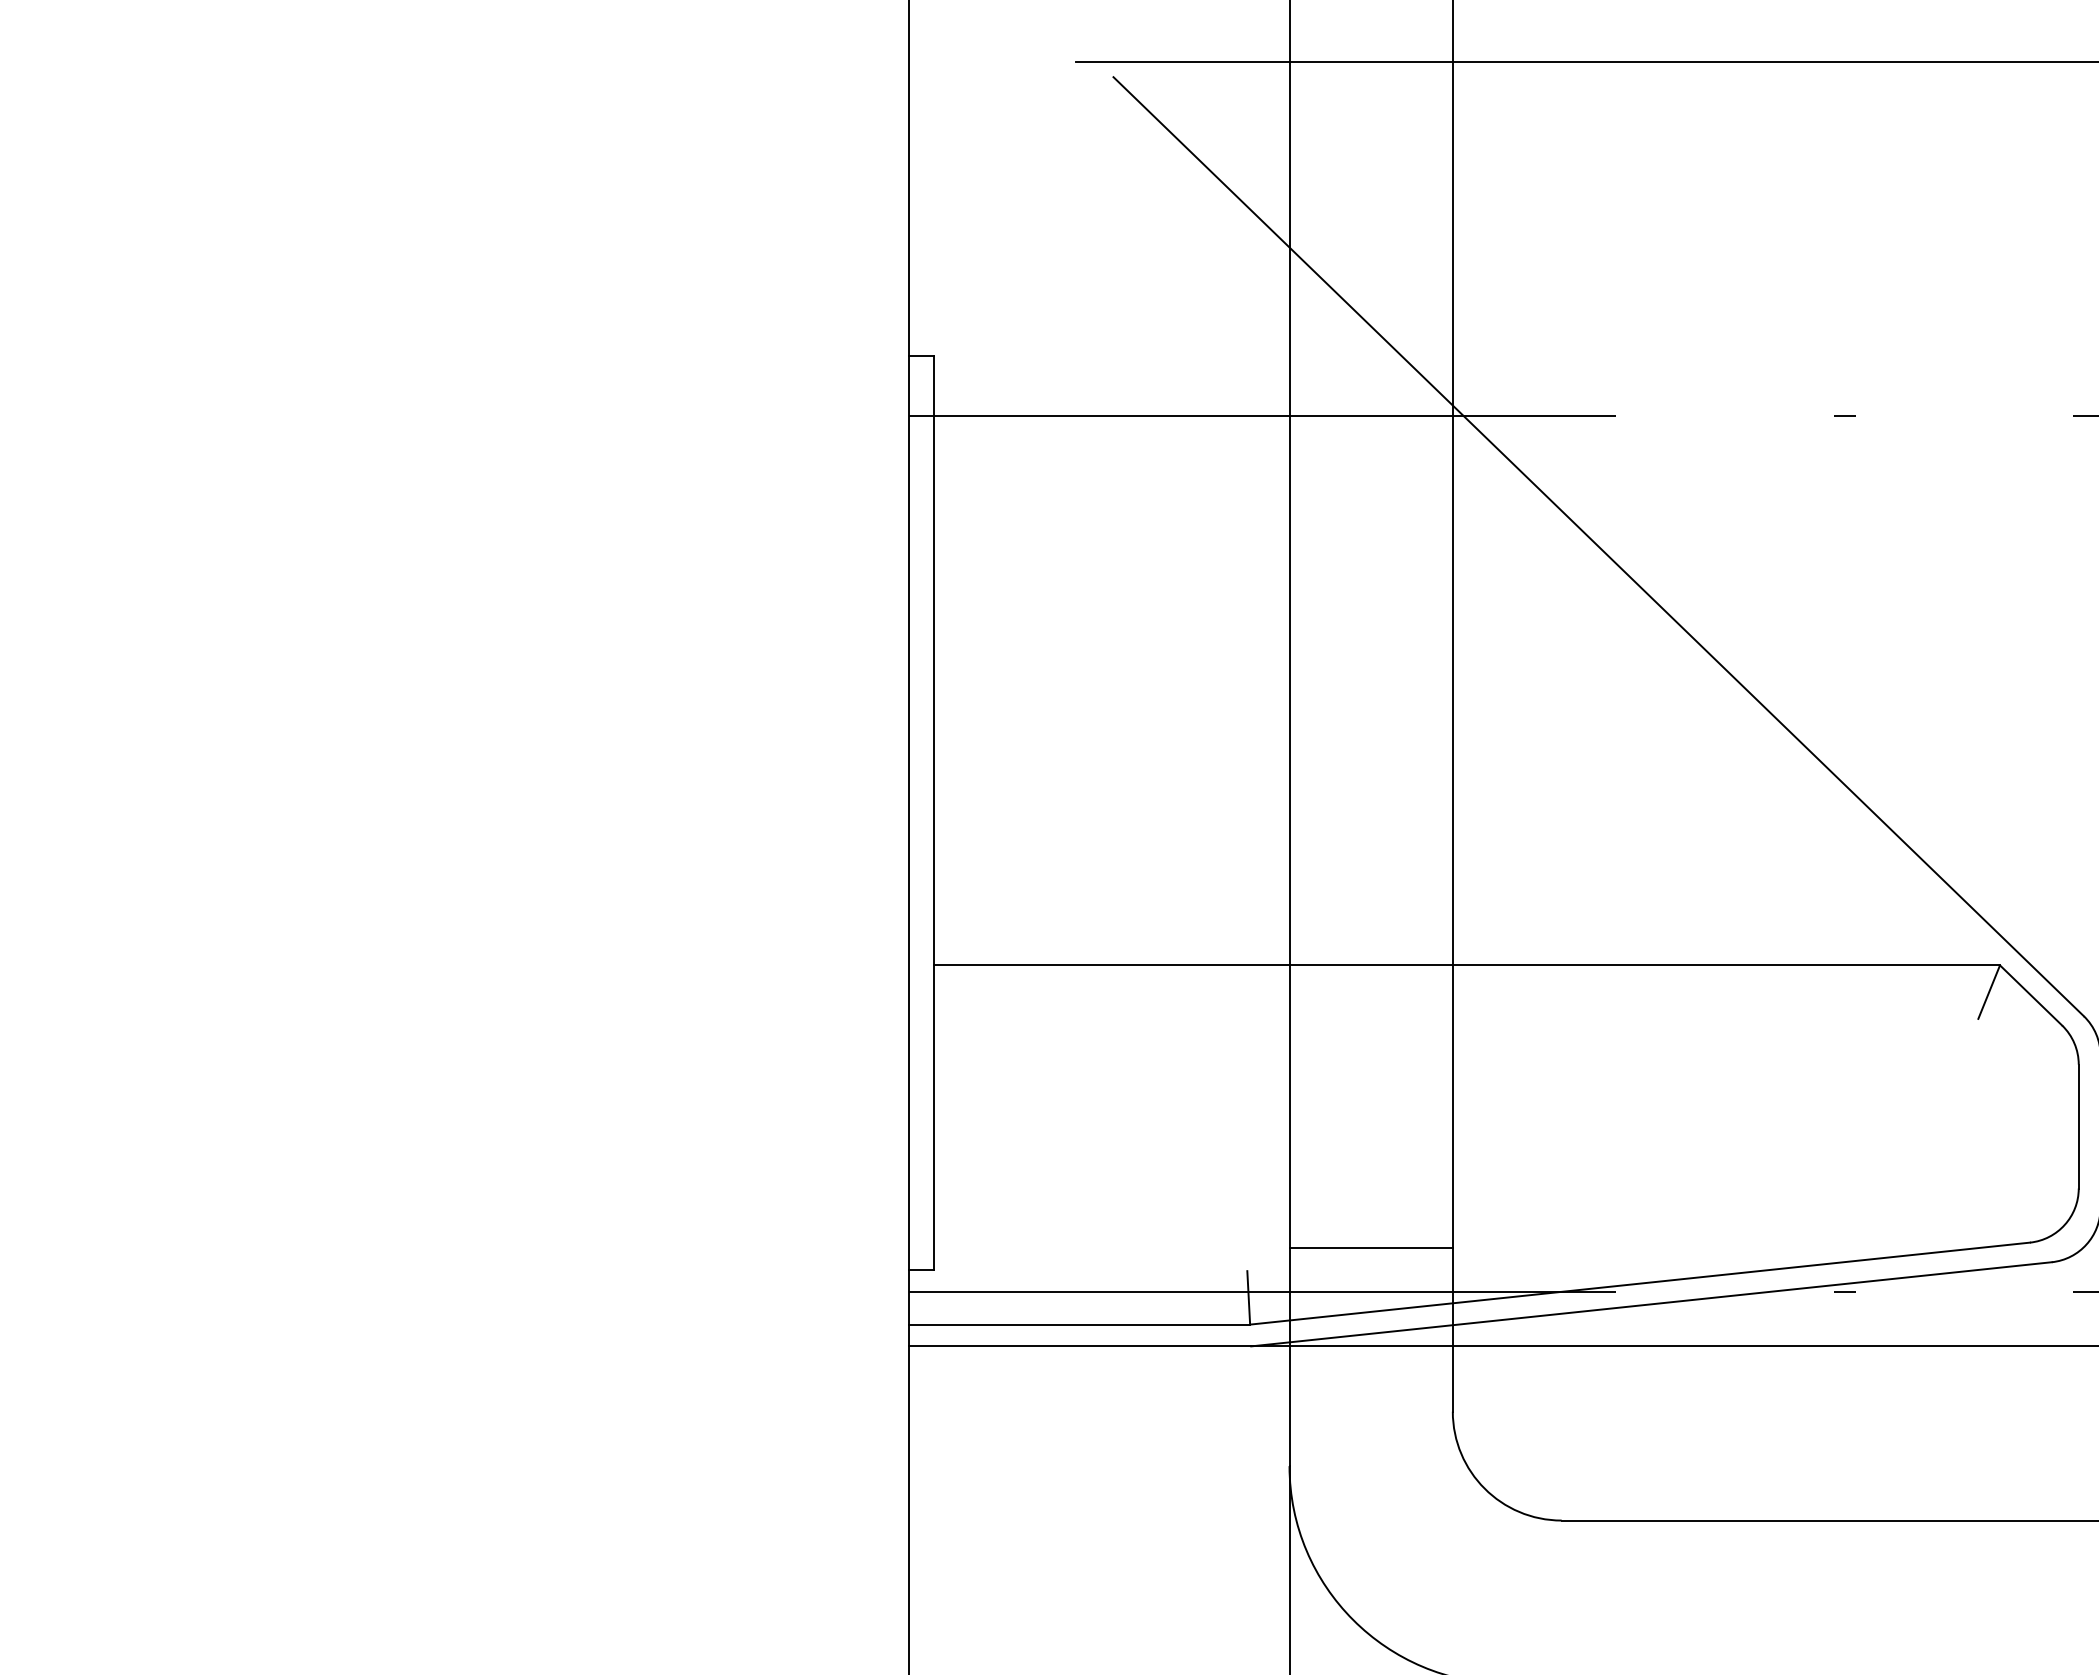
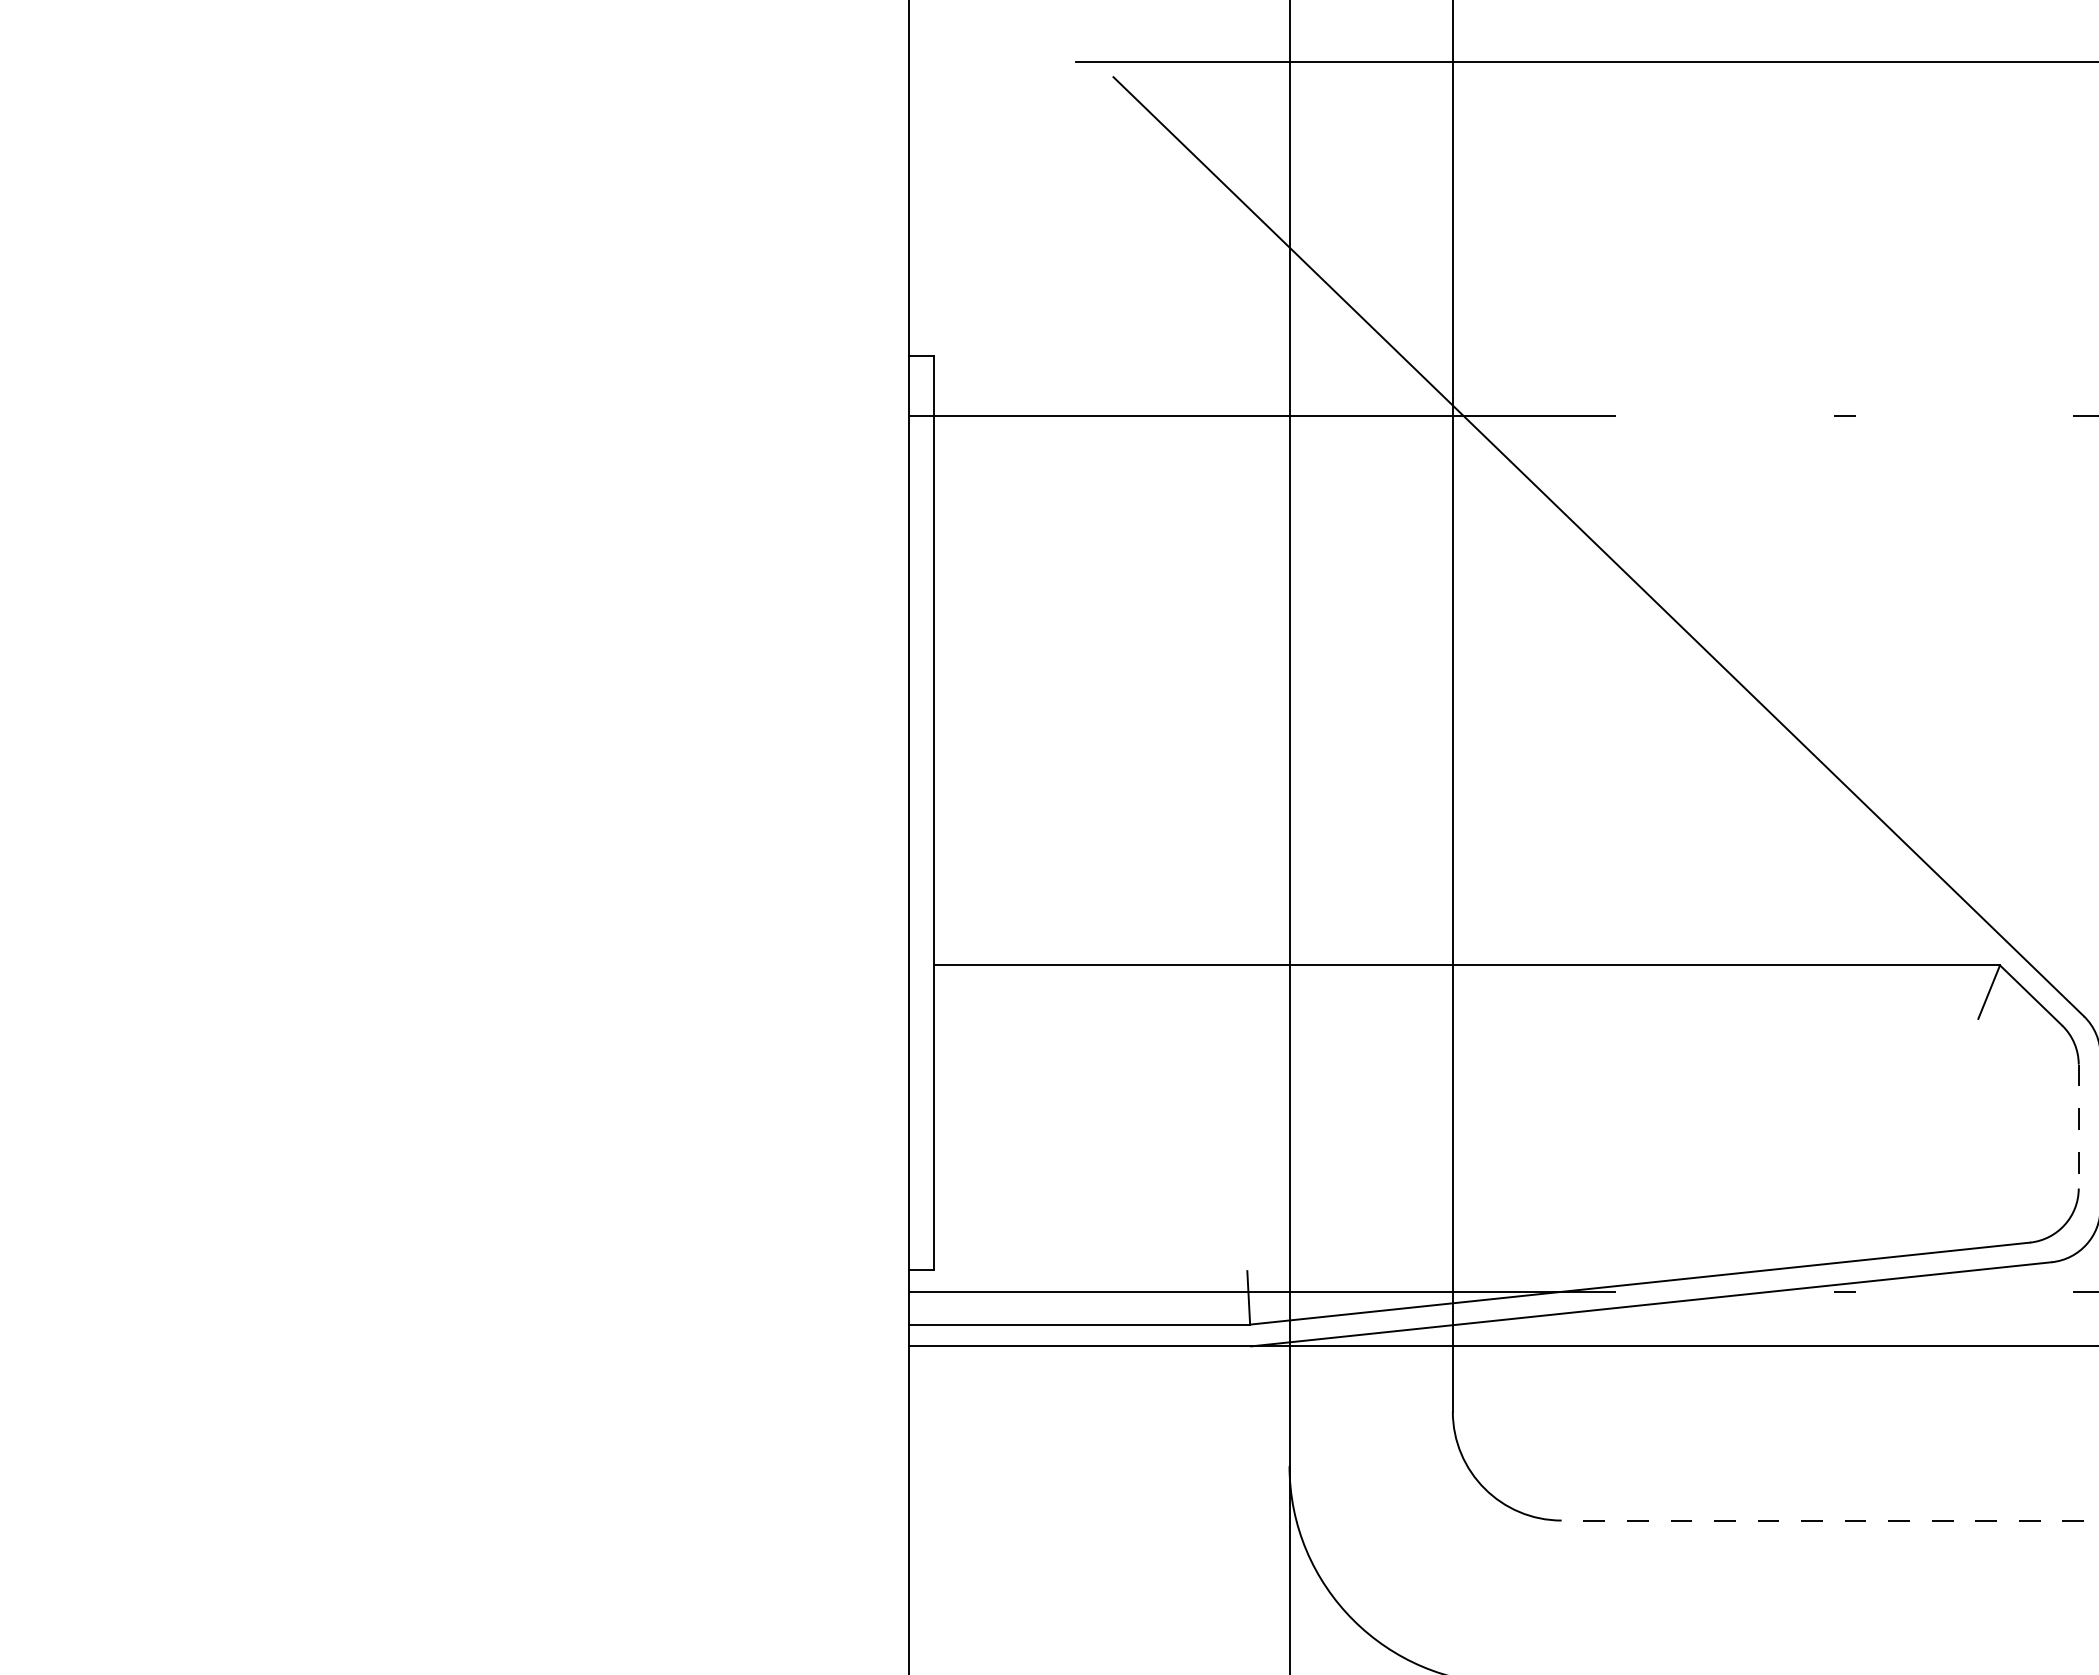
line at (2078, 1126): solid -> dashed
line at (1370, 1248): present -> none
line at (1829, 1520): solid -> dashed
